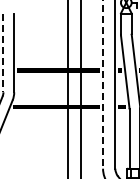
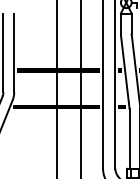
line at (3, 53): dashed -> solid
line at (103, 85): dashed -> solid
line at (67, 88) position: (67, 88) -> (56, 88)
